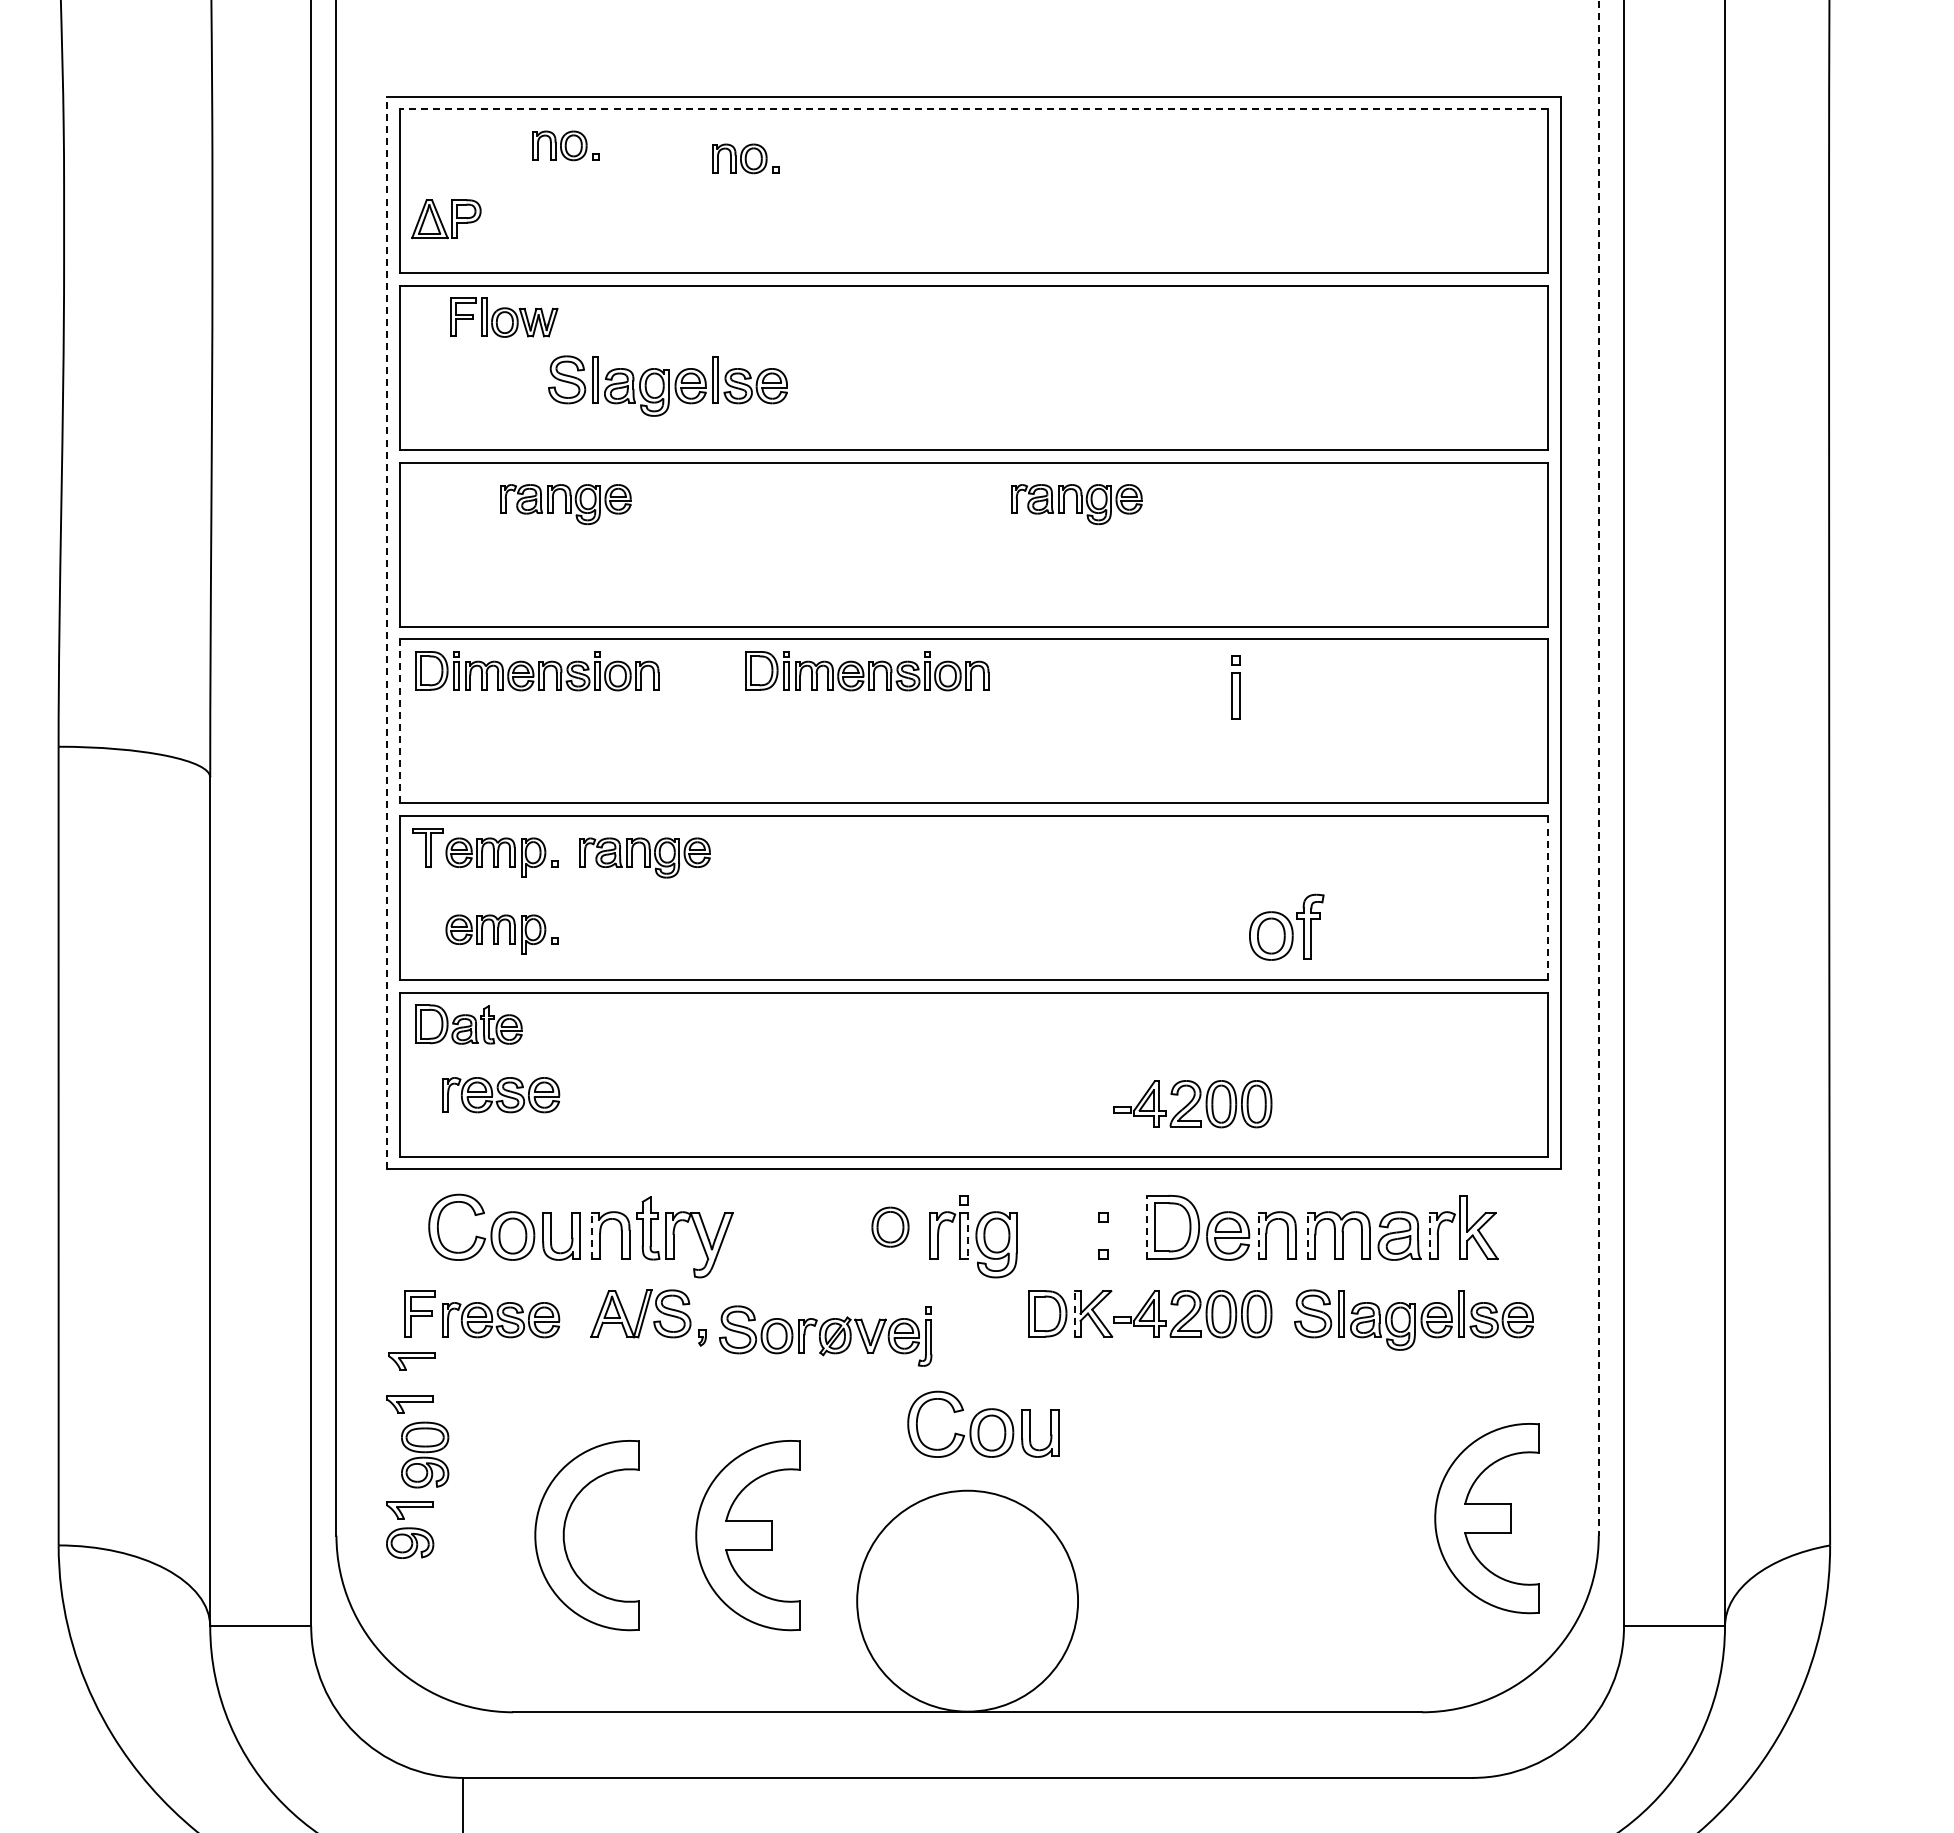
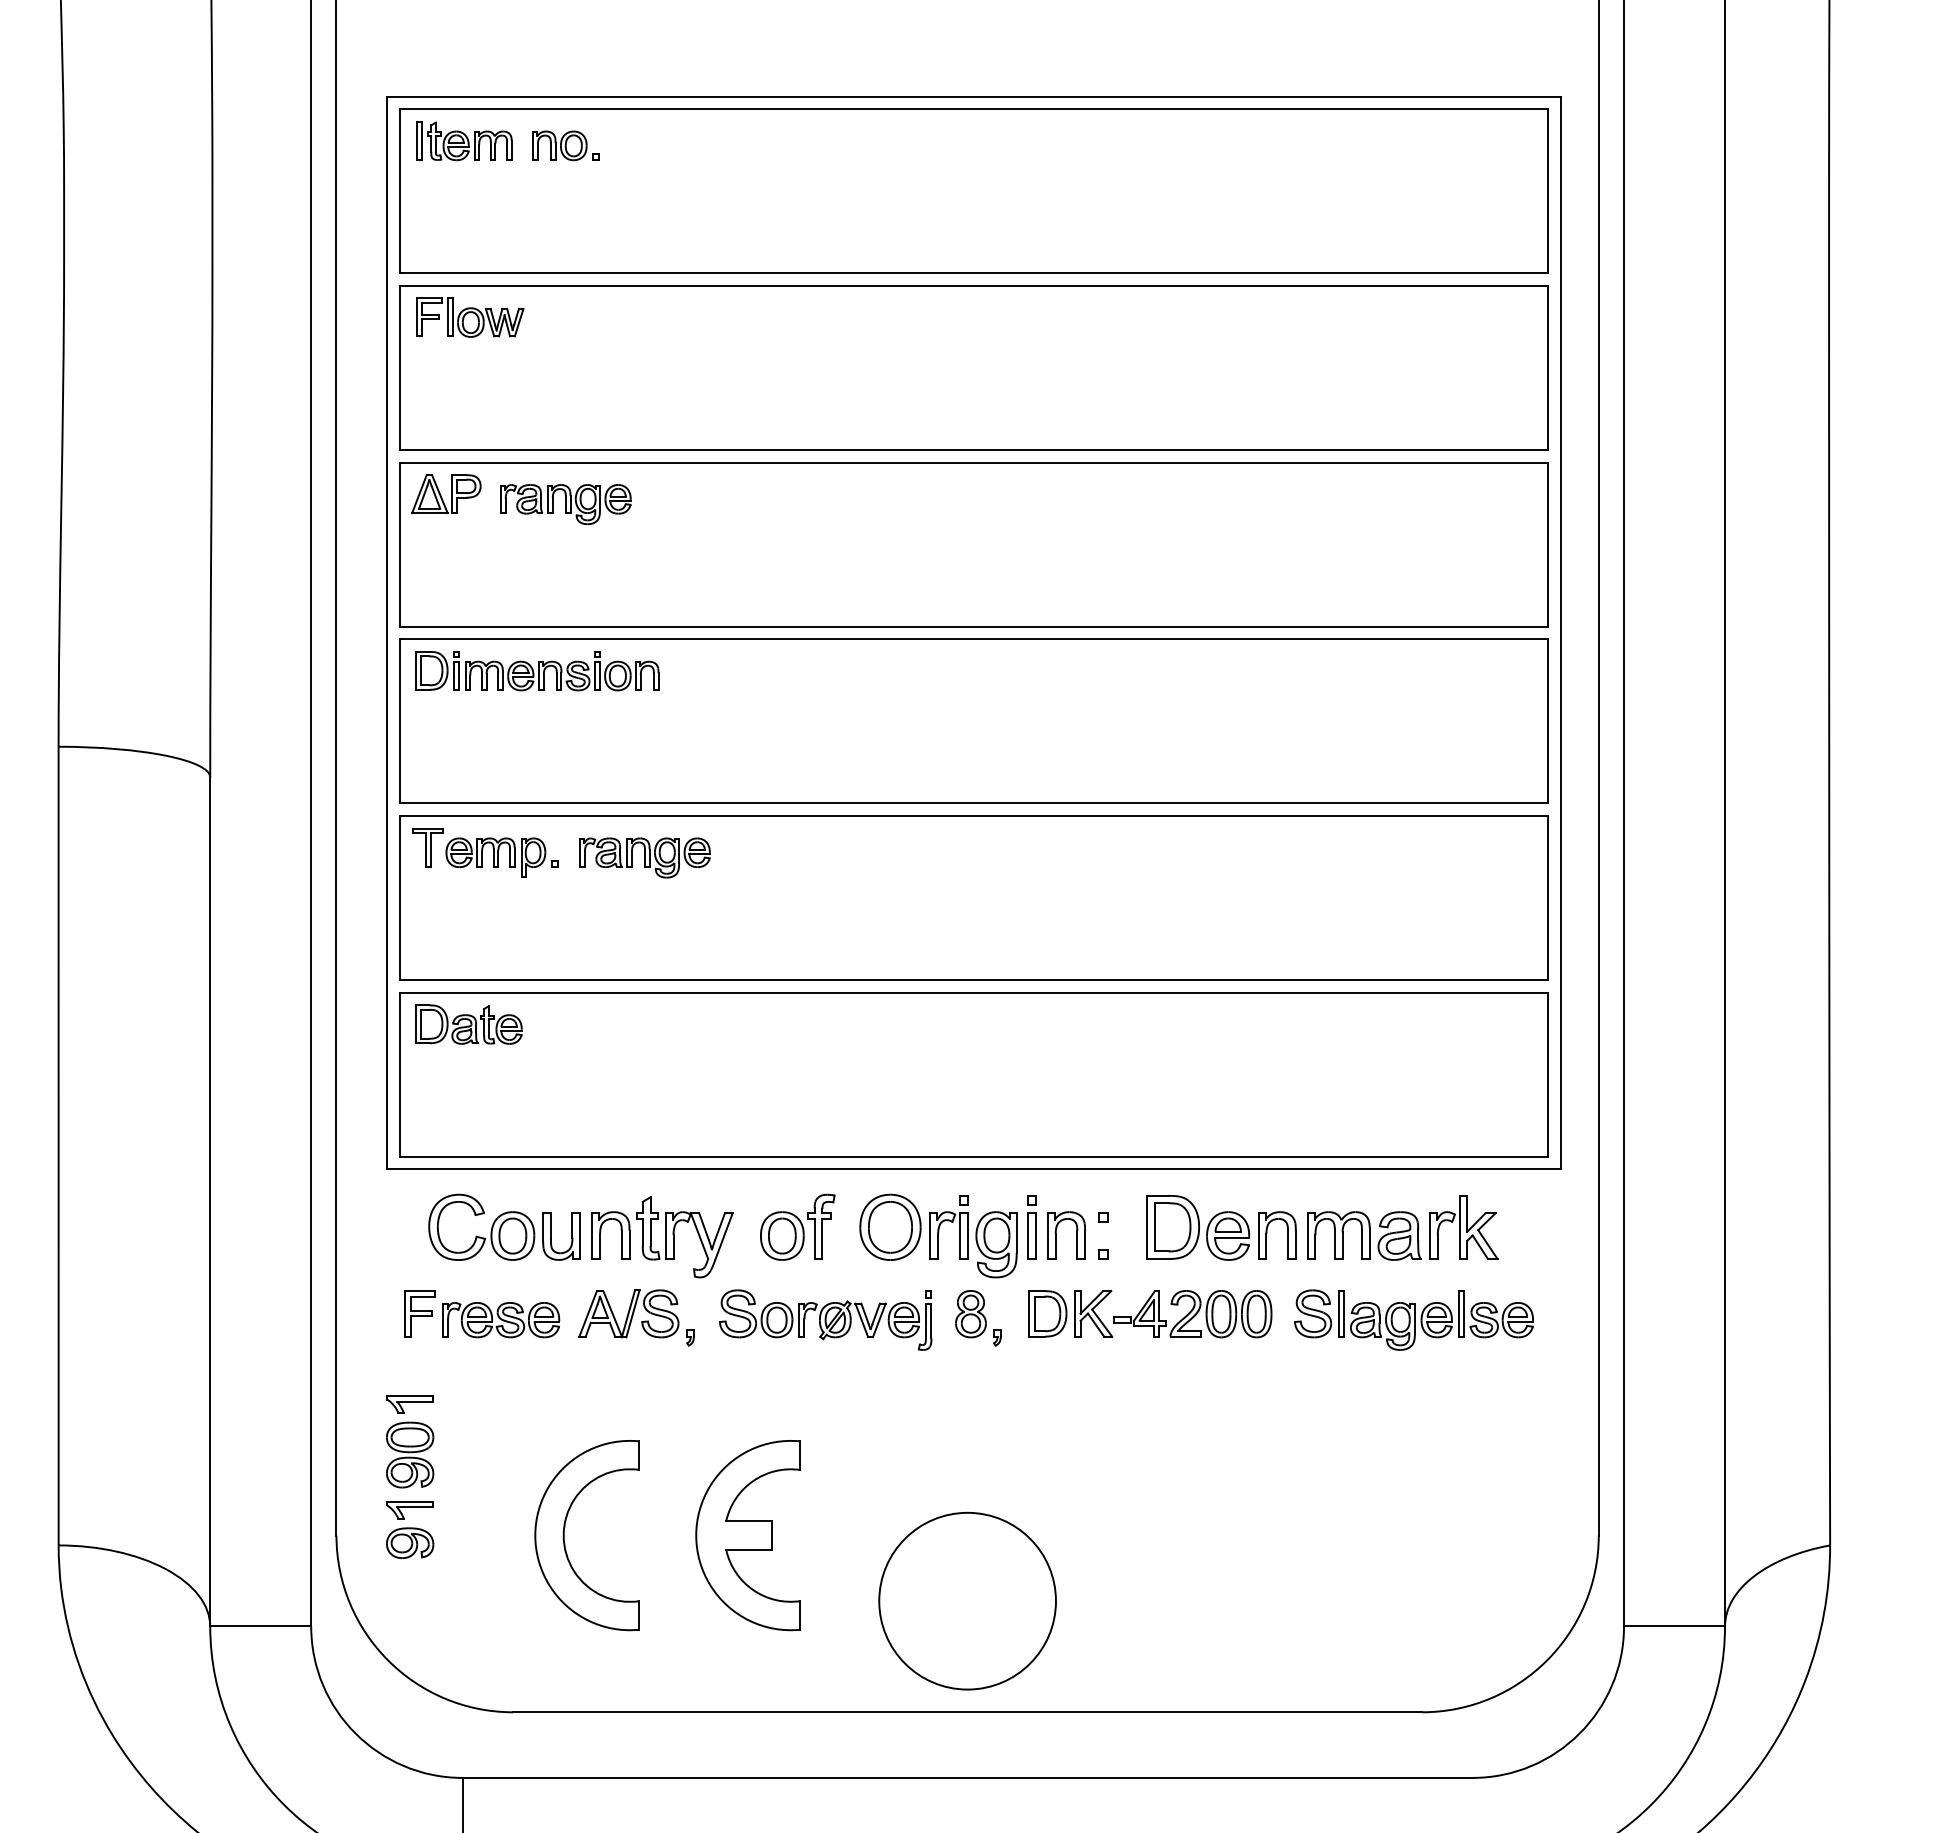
line at (973, 109): dashed -> solid
part at (464, 141): none -> present
part at (745, 158): present -> none
part at (446, 219) position: (446, 219) -> (446, 494)
part at (504, 317) position: (504, 317) -> (470, 317)
part at (667, 385): present -> none
part at (1076, 504): present -> none
line at (386, 632): dashed -> solid
part at (867, 671): present -> none
part at (1235, 687) position: (1235, 687) -> (1031, 1227)
line at (399, 721): dashed -> solid
line at (1598, 768): dashed -> solid
line at (1548, 897): dashed -> solid
part at (1286, 926) position: (1286, 926) -> (797, 1226)
part at (501, 934): present -> none
part at (501, 1095): present -> none
part at (1192, 1104): present -> none
part at (890, 1226) size: 39x42 px -> 63x68 px
line at (1146, 1227): dashed -> solid
part at (1056, 1235): none -> present
line at (592, 1236): dashed -> solid
line at (967, 1236): dashed -> solid
line at (1258, 1236): dashed -> solid
line at (1307, 1236): dashed -> solid
line at (1430, 1236): dashed -> solid
line at (1074, 1313): dashed -> solid
part at (648, 1317) position: (648, 1317) -> (636, 1317)
part at (978, 1318): none -> present
part at (825, 1335) position: (825, 1335) -> (825, 1319)
part at (411, 1361): present -> none
part at (983, 1423): present -> none
part at (425, 1454) position: (425, 1454) -> (410, 1454)
part at (1486, 1518): present -> none
circle at (967, 1600) diameter: 221 px -> 177 px
